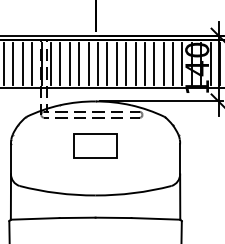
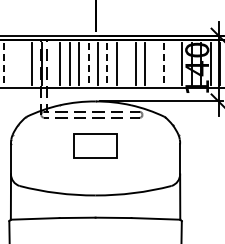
line at (3, 64): solid -> dashed
line at (13, 64): present -> none
line at (22, 64): present -> none
line at (50, 64): present -> none
line at (88, 64): solid -> dashed
line at (107, 64): solid -> dashed
line at (126, 64): present -> none
line at (154, 64): present -> none
line at (163, 64): solid -> dashed
line at (173, 64): present -> none
